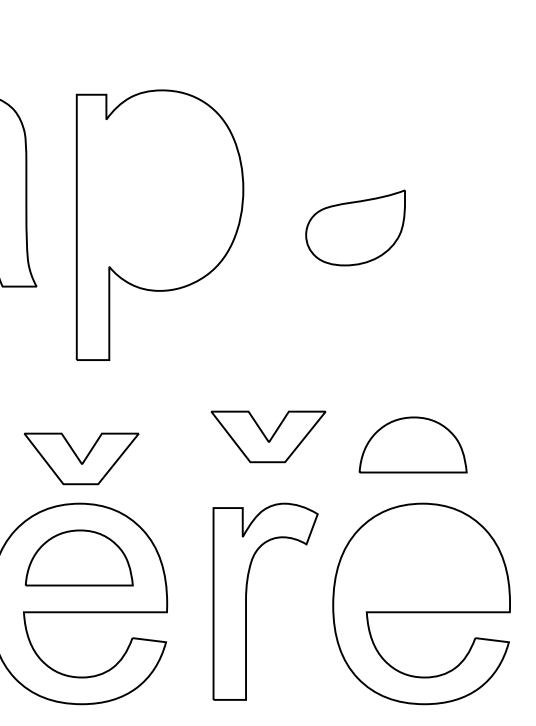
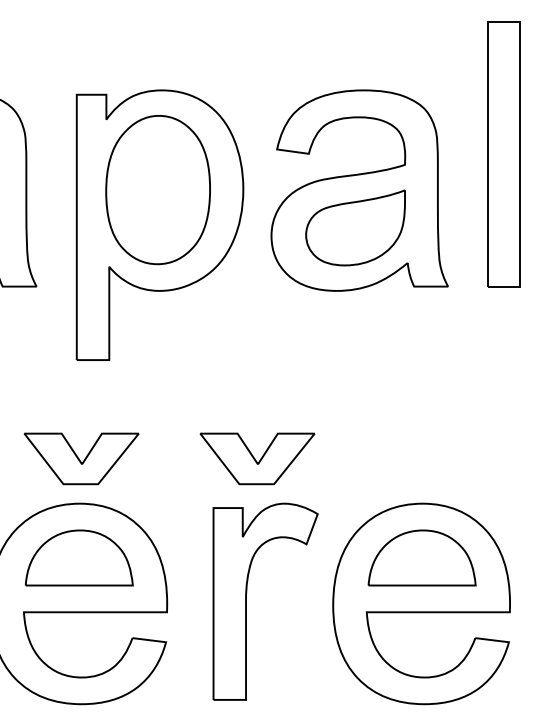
part at (503, 154): none -> present
part at (157, 190): none -> present
part at (359, 190): none -> present
part at (268, 436) position: (268, 436) -> (257, 458)
part at (412, 444) position: (412, 444) -> (421, 557)
